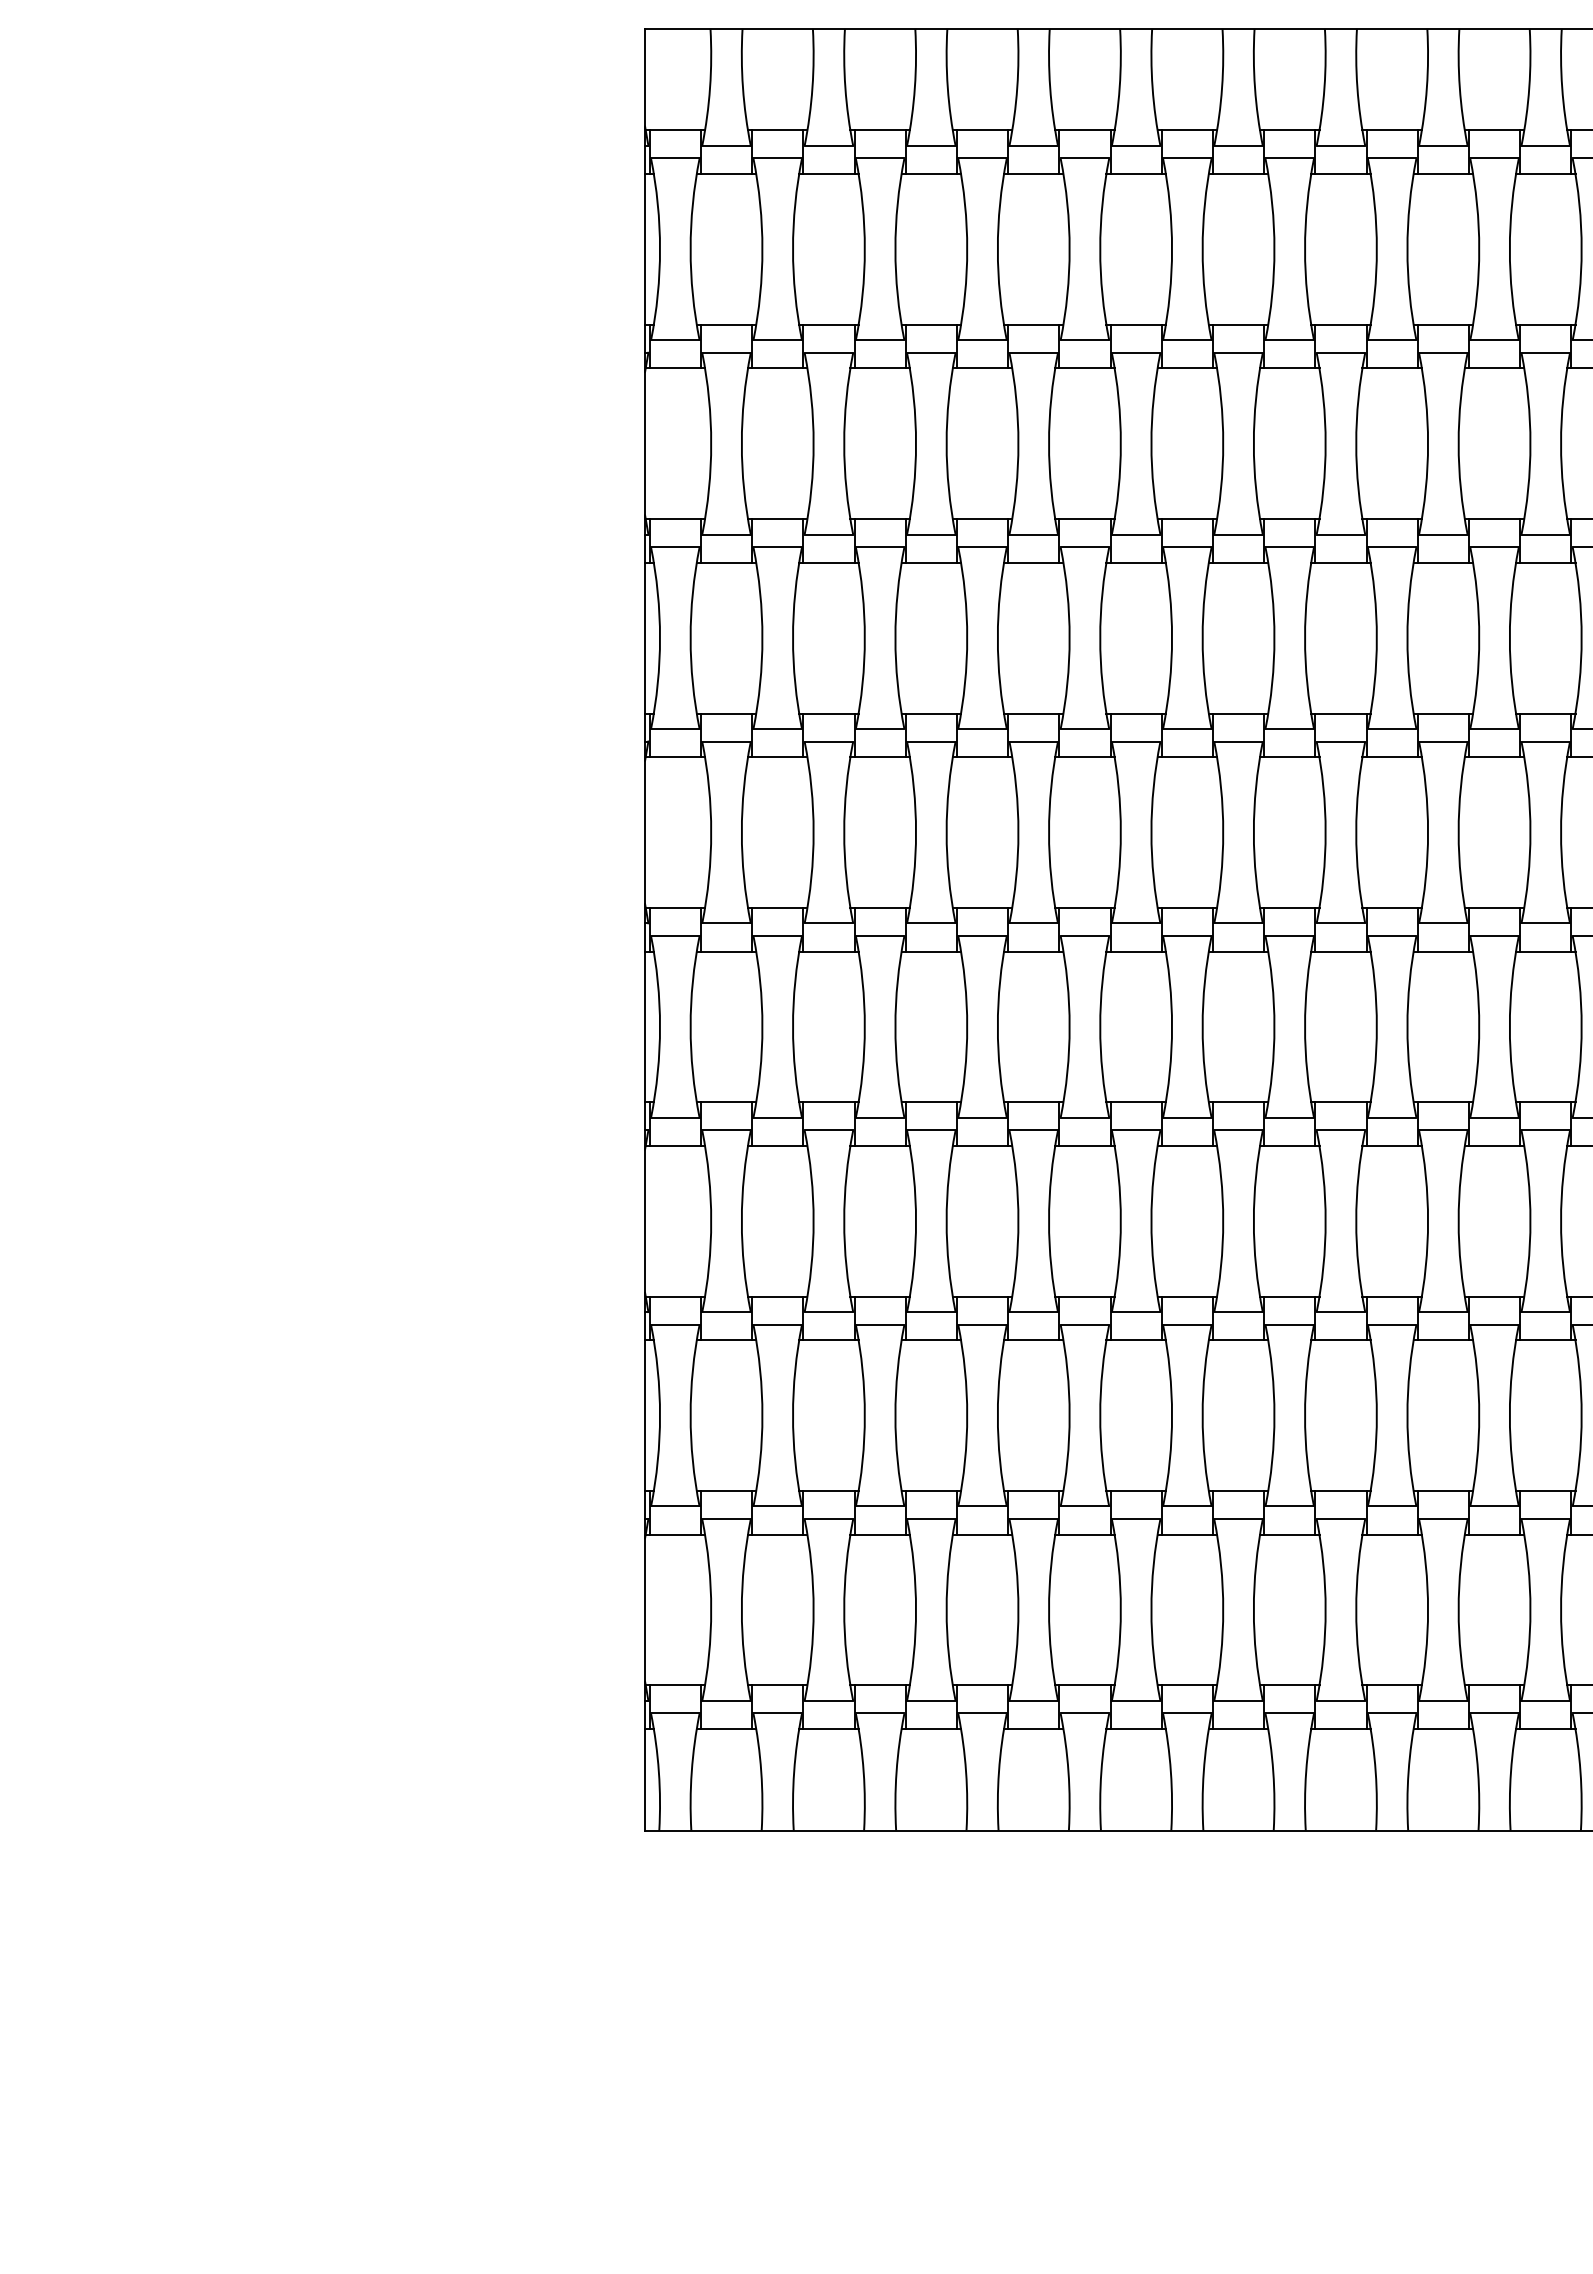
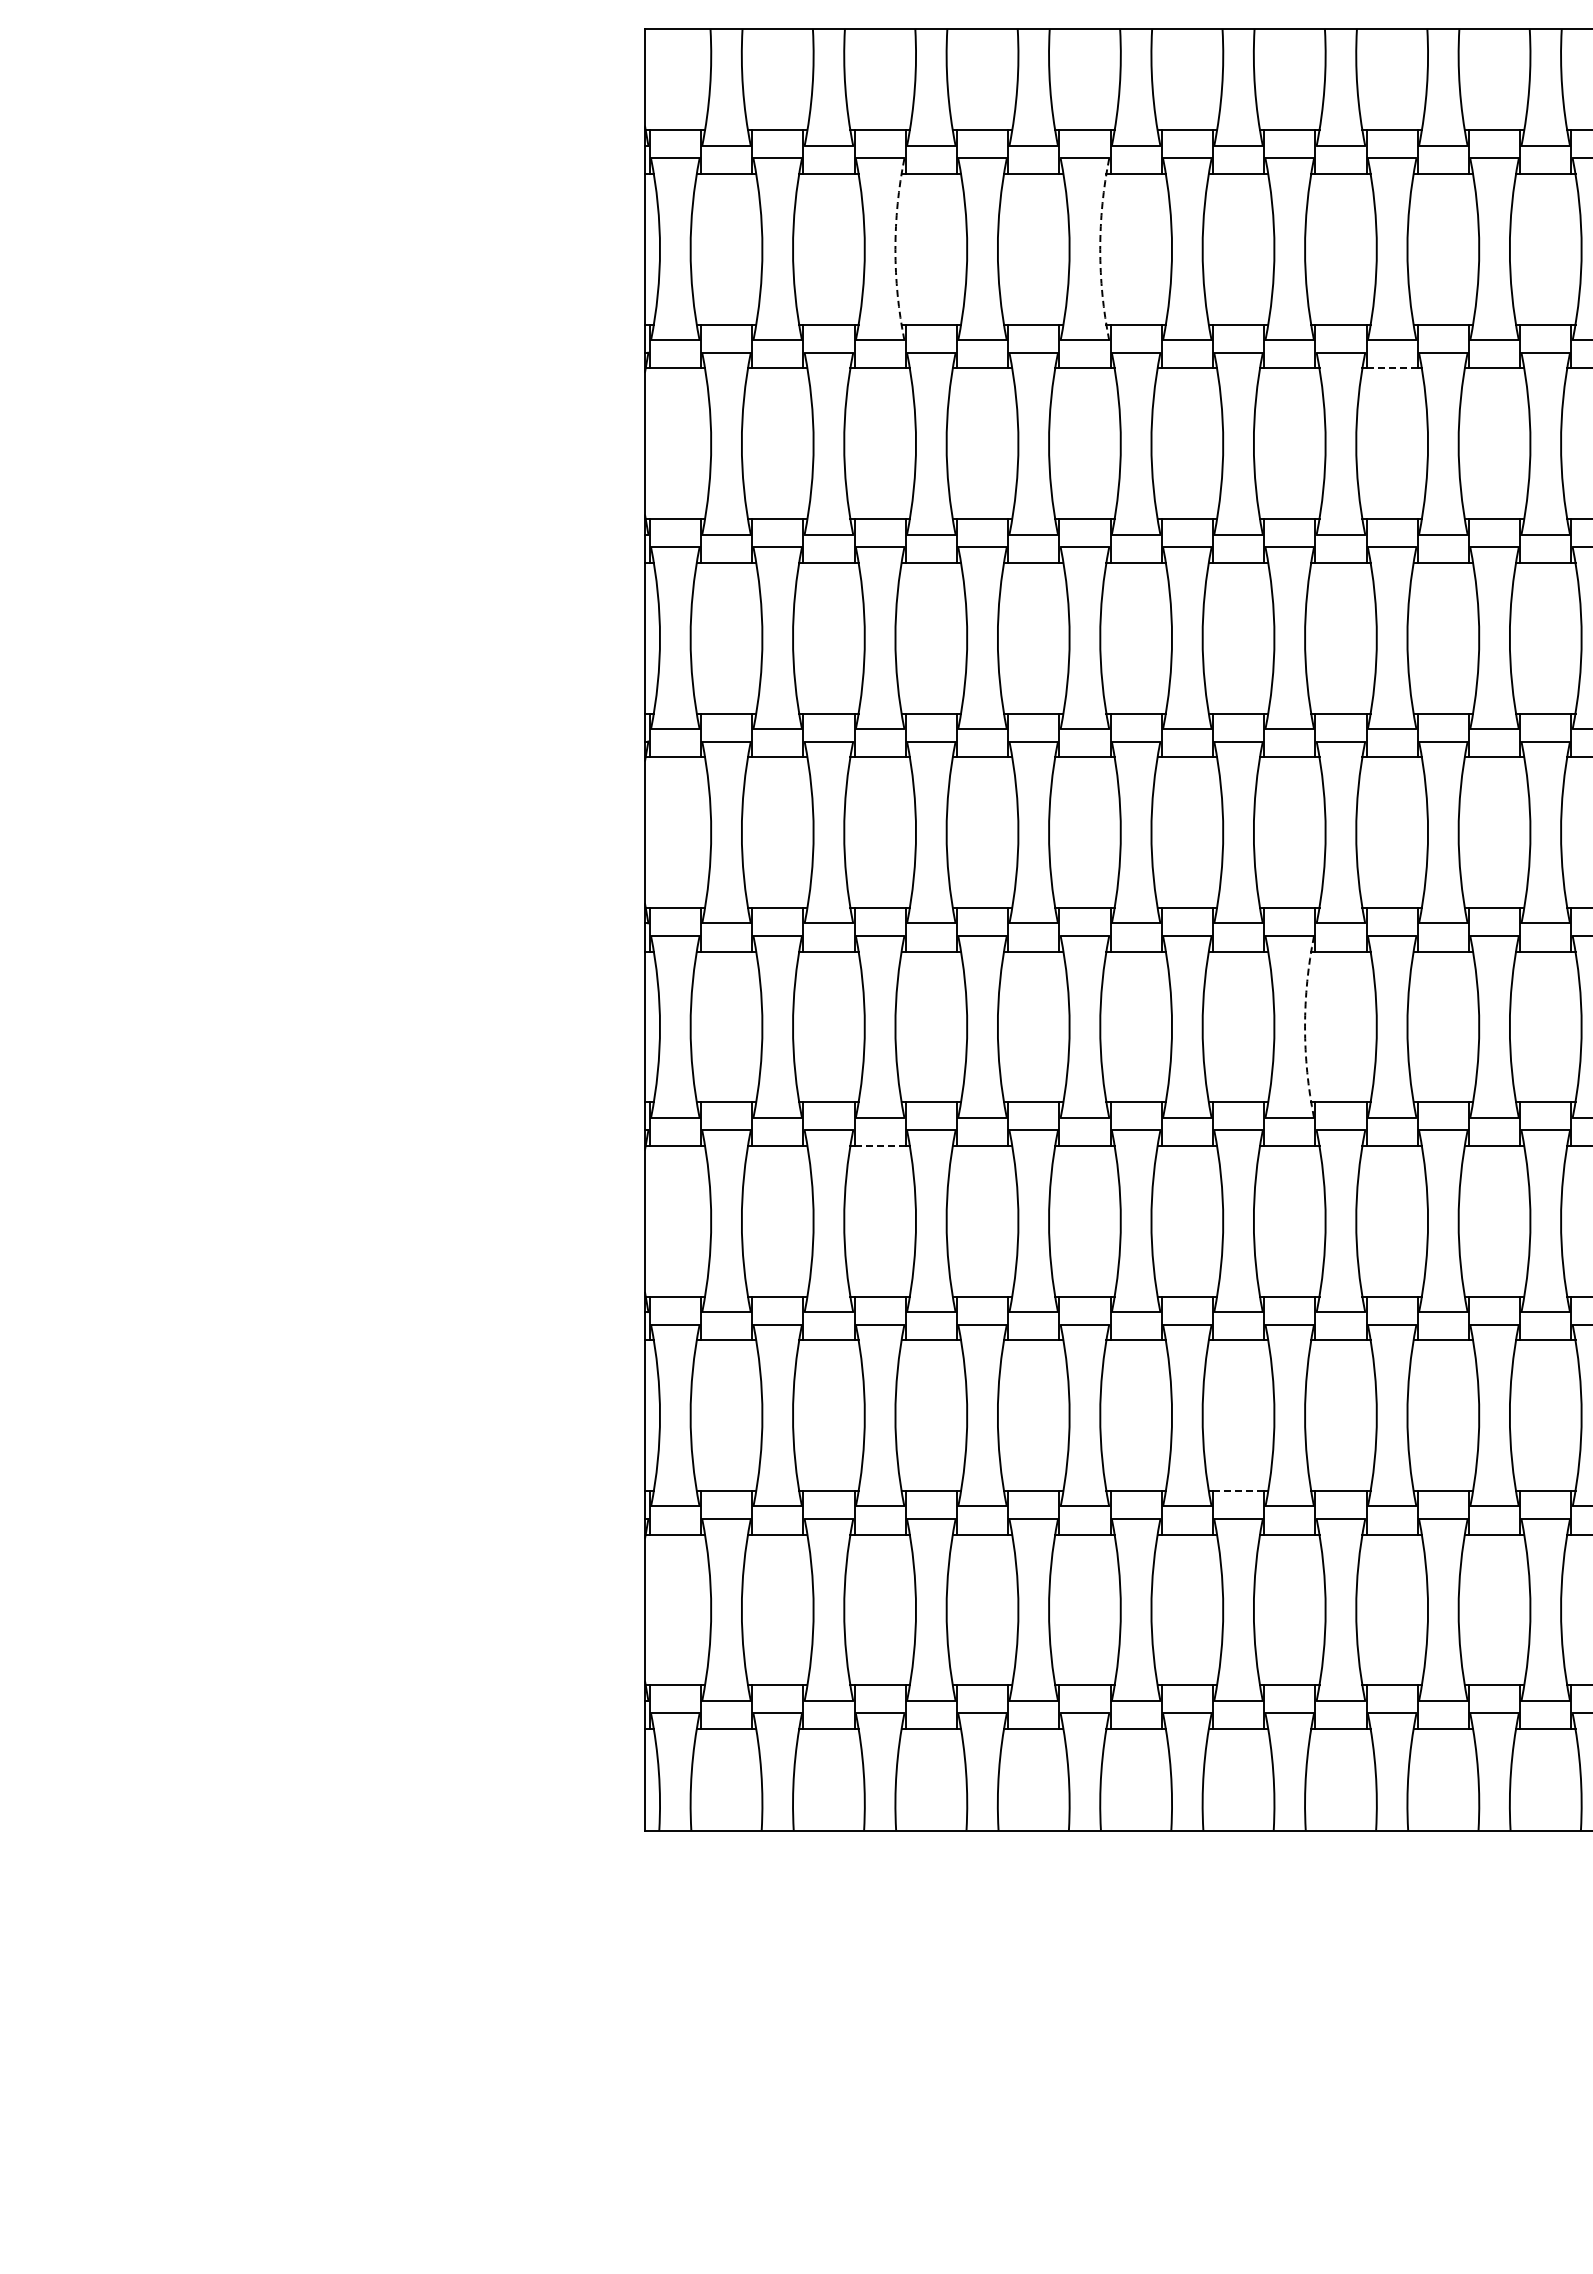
arc at (895, 249): solid -> dashed
arc at (1100, 249): solid -> dashed
line at (1392, 368): solid -> dashed
arc at (1305, 1026): solid -> dashed
line at (880, 1145): solid -> dashed
line at (1238, 1491): solid -> dashed
